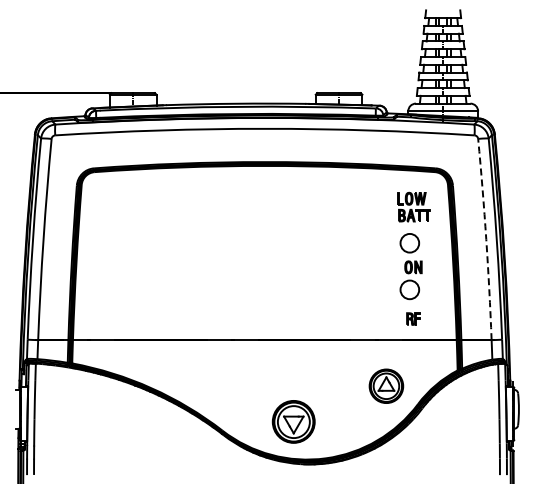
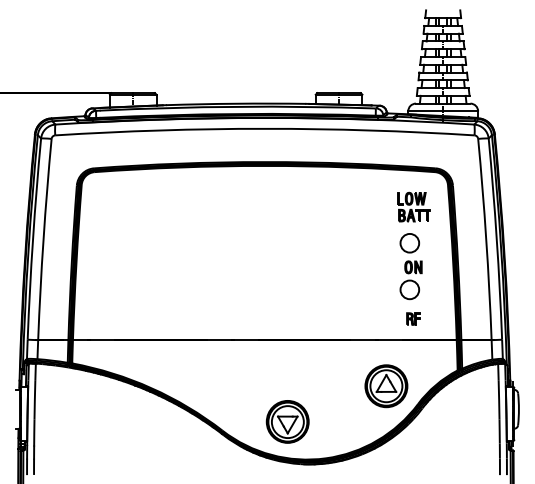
arc at (486, 239): dashed -> solid
part at (386, 385) size: 37x36 px -> 45x45 px
part at (293, 421) position: (293, 421) -> (287, 421)
